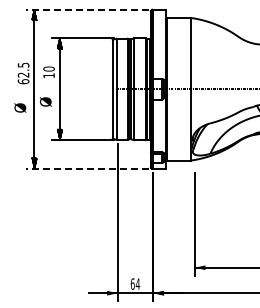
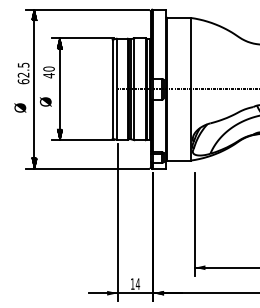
line at (87, 9): dashed -> solid
text at (48, 75): 10 -> 40
line at (87, 168): dashed -> solid
text at (132, 283): 64 -> 14
